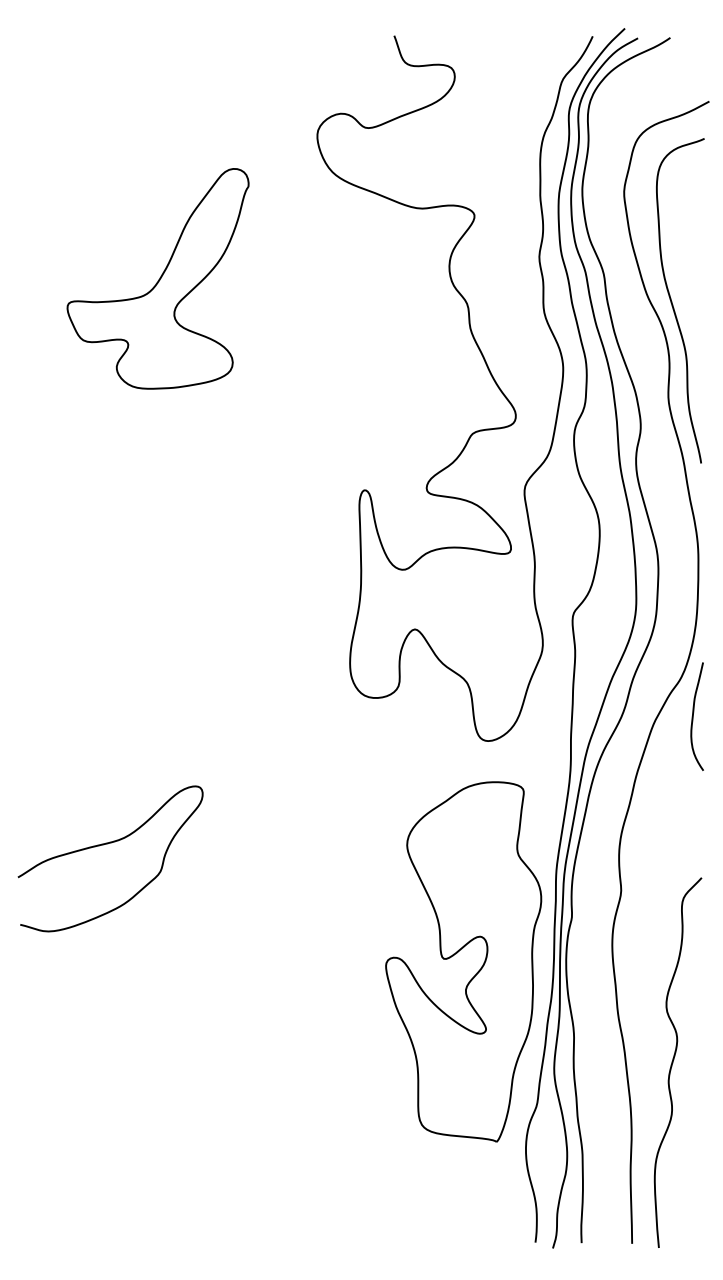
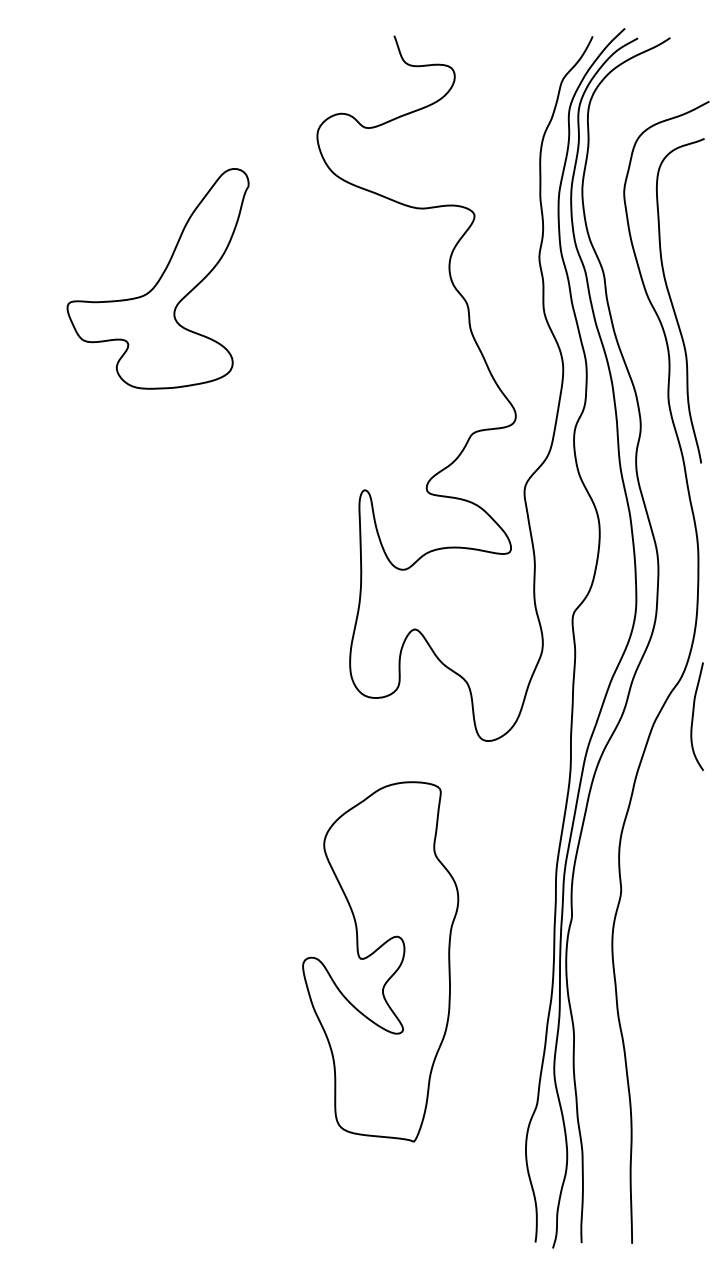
curve at (107, 844): present -> none
part at (456, 954) position: (456, 954) -> (373, 954)
curve at (673, 1062): present -> none
